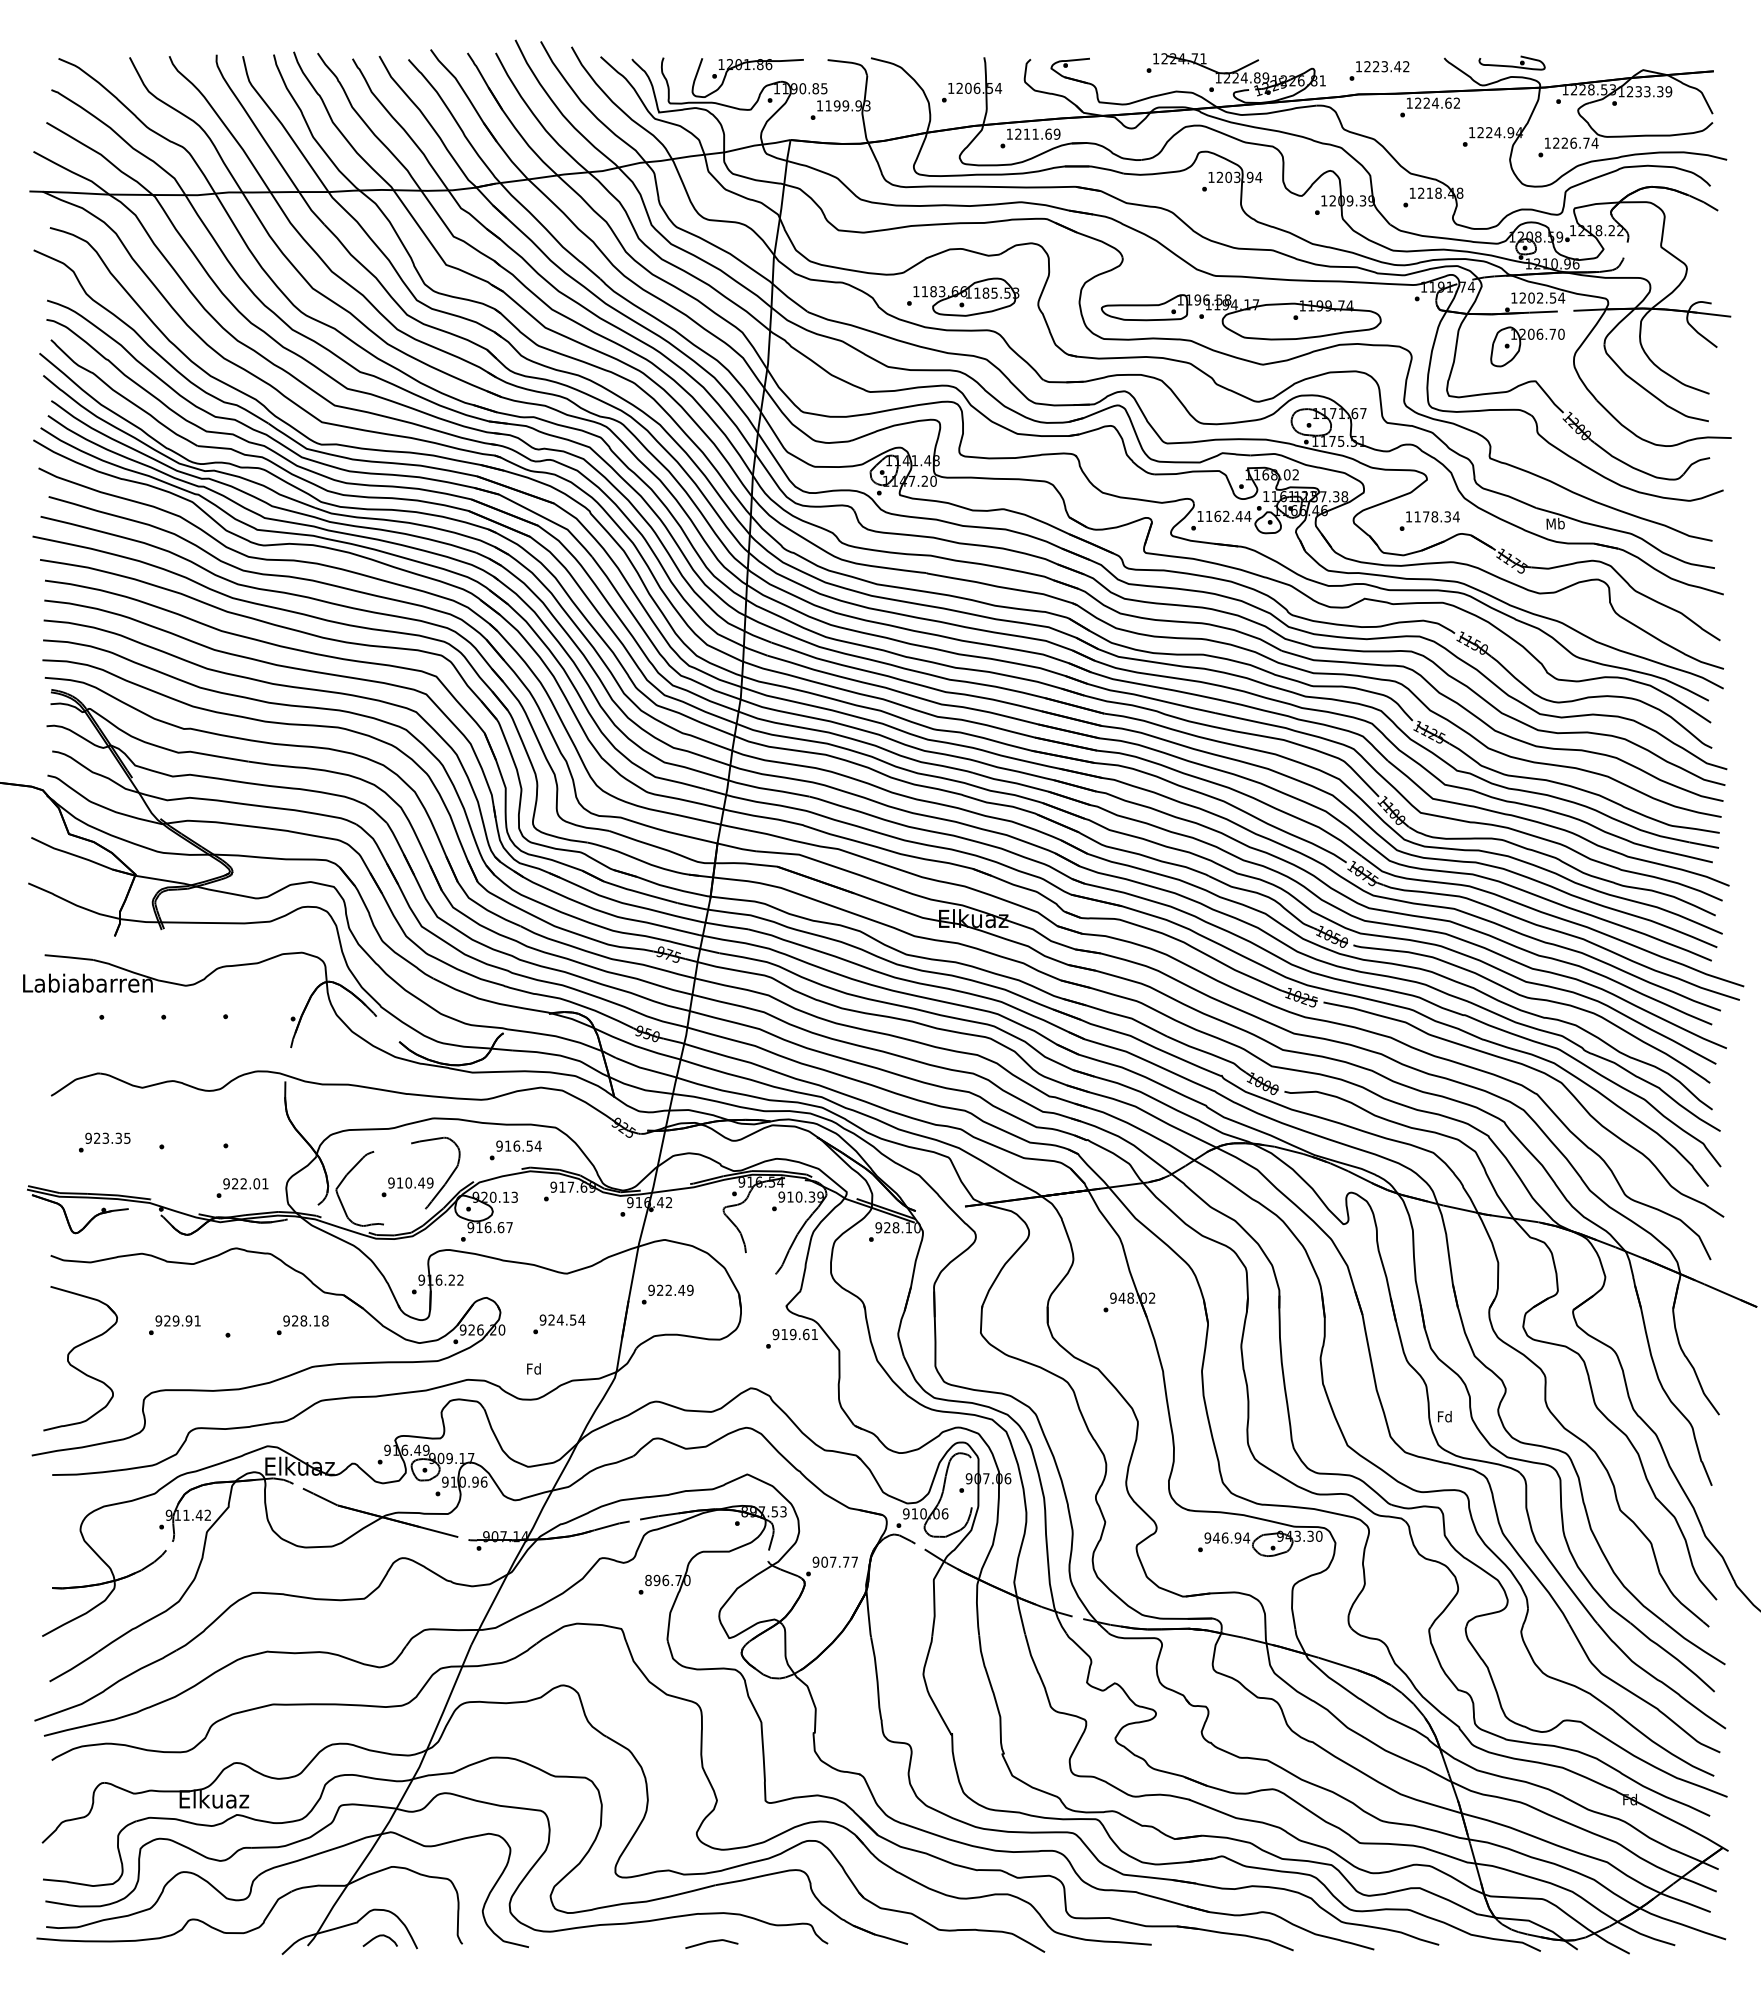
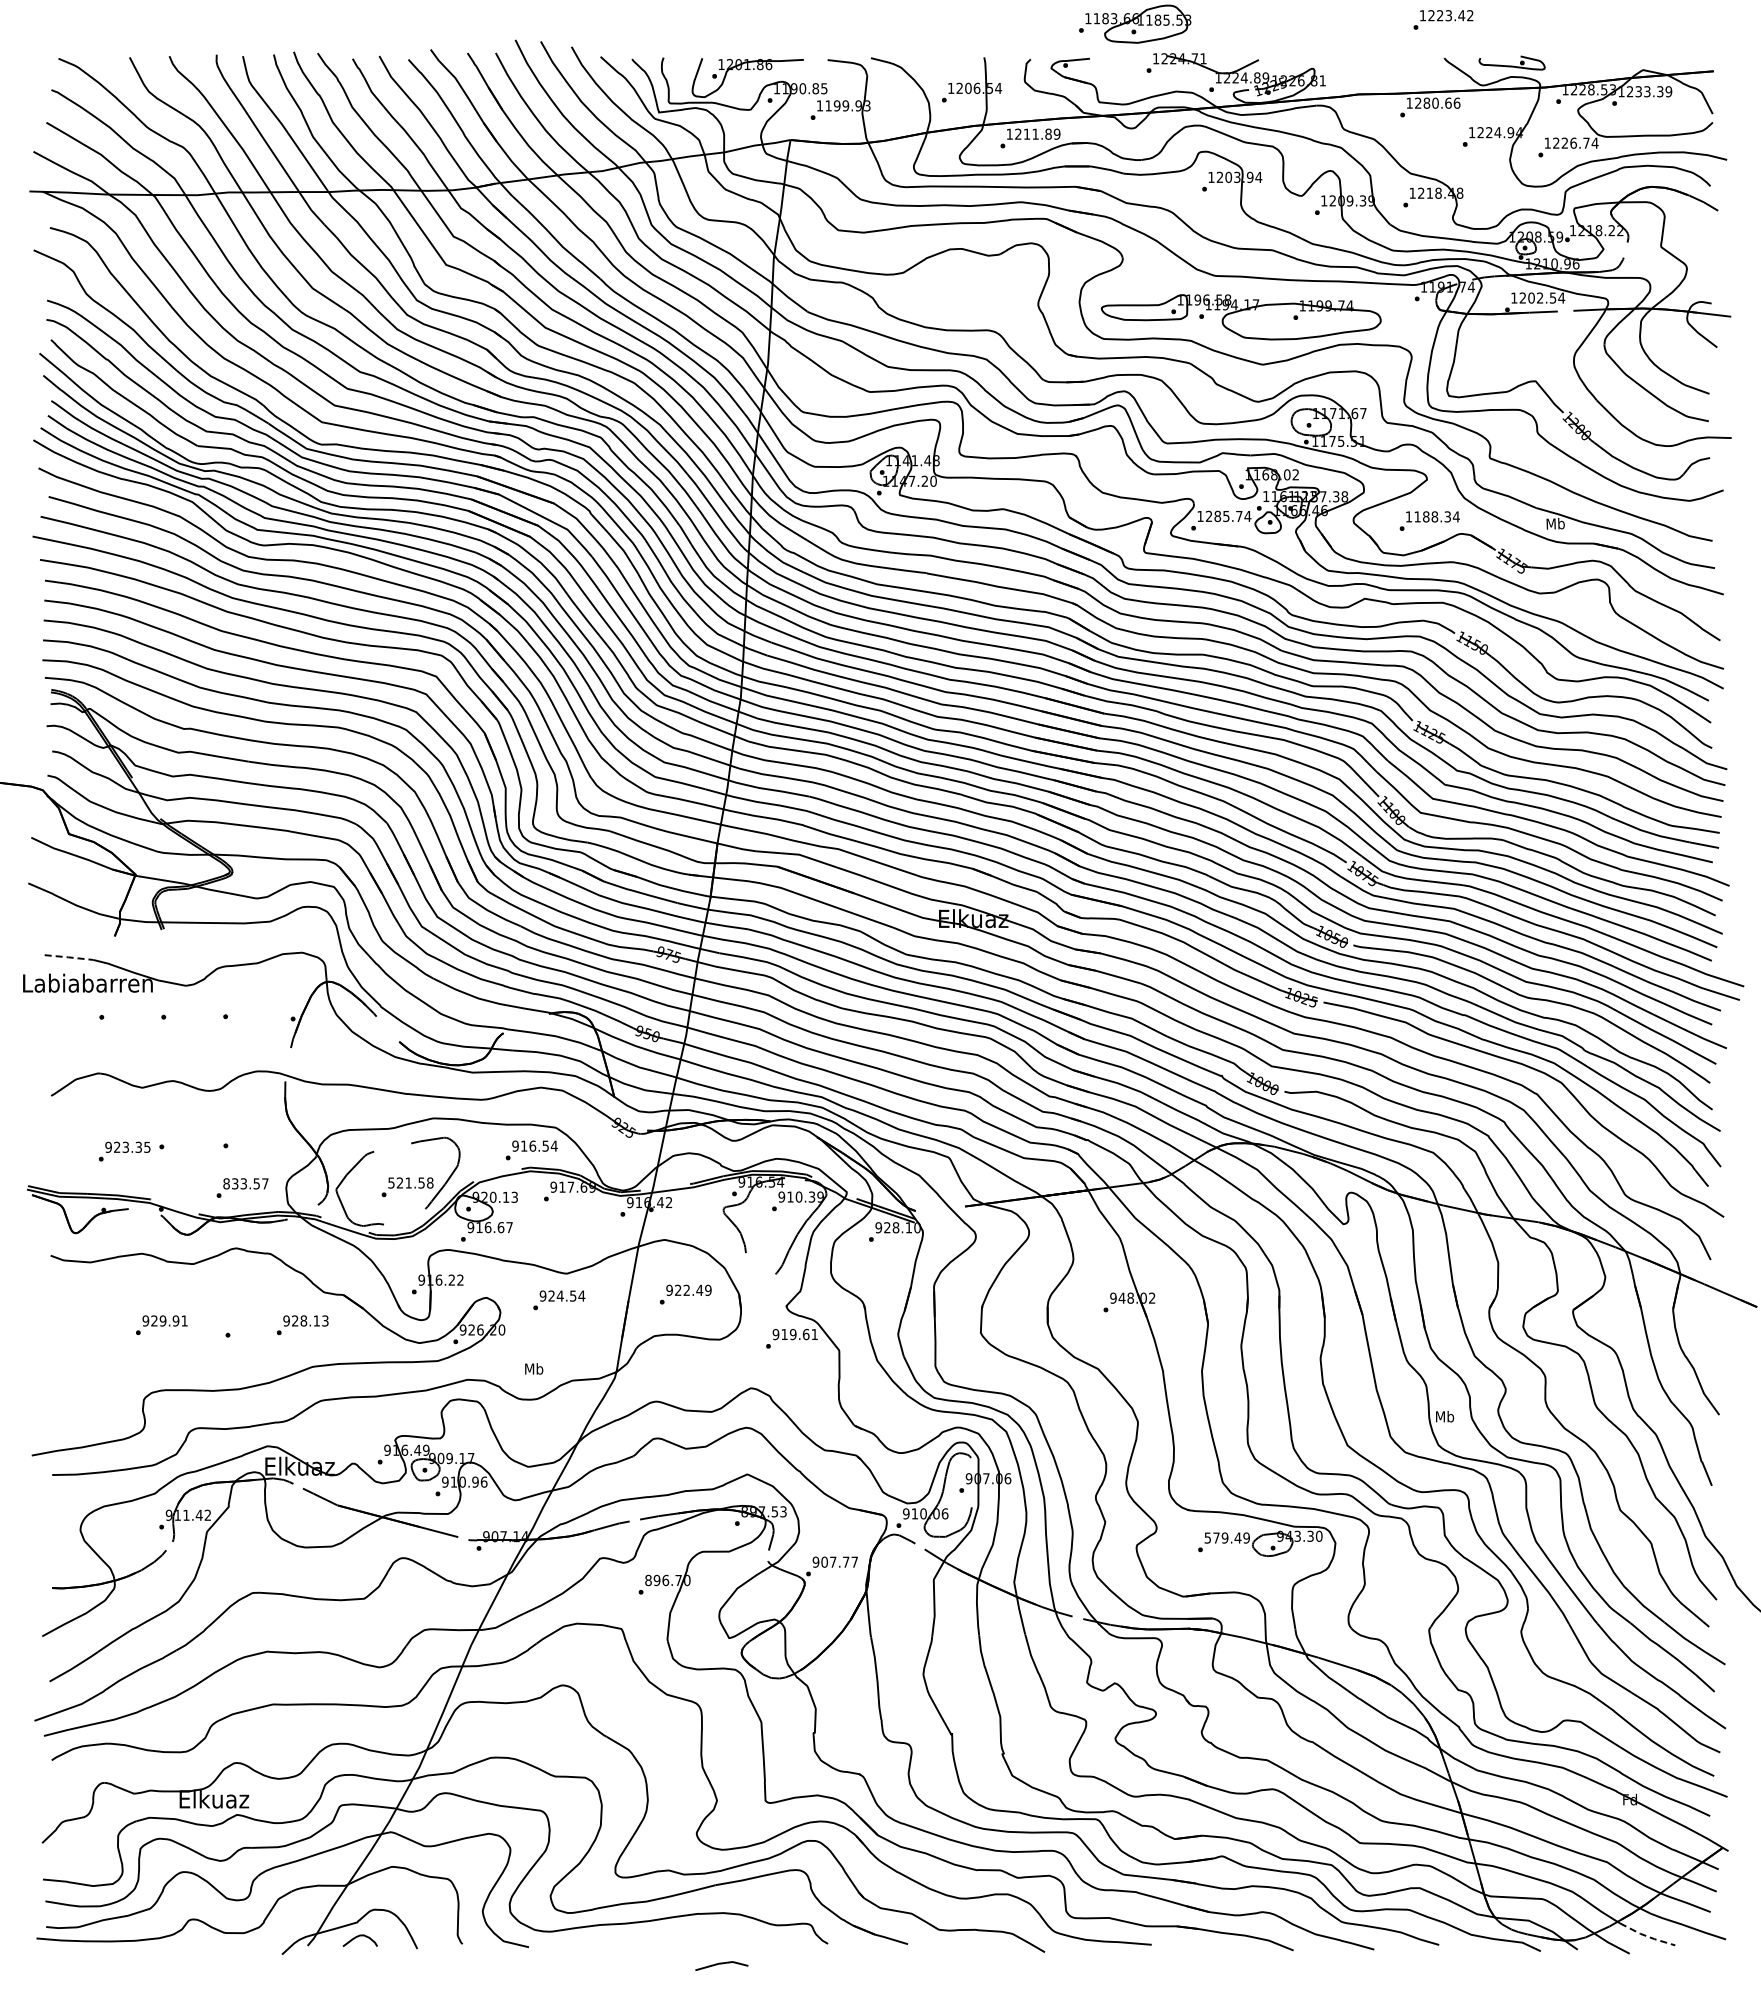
text at (1379, 70) position: (1379, 70) -> (1443, 19)
text at (1441, 102): 1224.62 -> 1280.66
text at (1048, 133): 1211.69 -> 1211.89
part at (963, 296) position: (963, 296) -> (1135, 23)
part at (1521, 344): present -> none
text at (1223, 516): 1162.44 -> 1285.74
text at (1426, 516): 1178.34 -> 1188.34
line at (68, 957): solid -> dashed
text at (104, 1142) position: (104, 1142) -> (124, 1151)
text at (515, 1150) position: (515, 1150) -> (531, 1150)
text at (410, 1182): 910.49 -> 521.58
text at (245, 1183): 922.01 -> 833.57
text at (667, 1294) position: (667, 1294) -> (685, 1294)
text at (325, 1320): 928.18 -> 928.13
text at (174, 1324) position: (174, 1324) -> (161, 1324)
text at (559, 1324) position: (559, 1324) -> (559, 1300)
part at (75, 1366): present -> none
text at (534, 1368): Fd -> Mb
text at (1445, 1416): Fd -> Mb
text at (1227, 1537): 946.94 -> 579.49
line at (1647, 1936): solid -> dashed
curve at (378, 1937) position: (378, 1937) -> (358, 1937)
line at (711, 1942) position: (711, 1942) -> (721, 1964)
